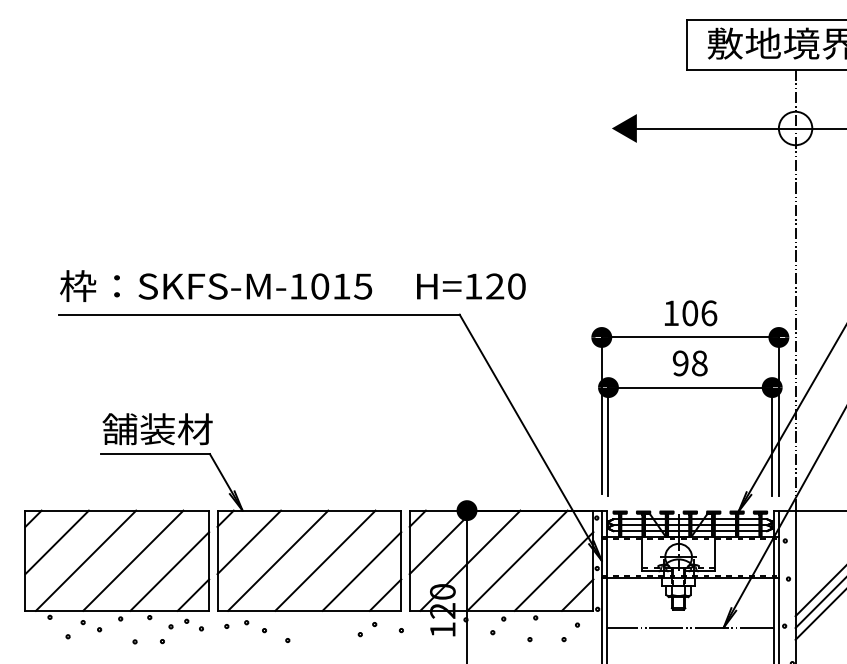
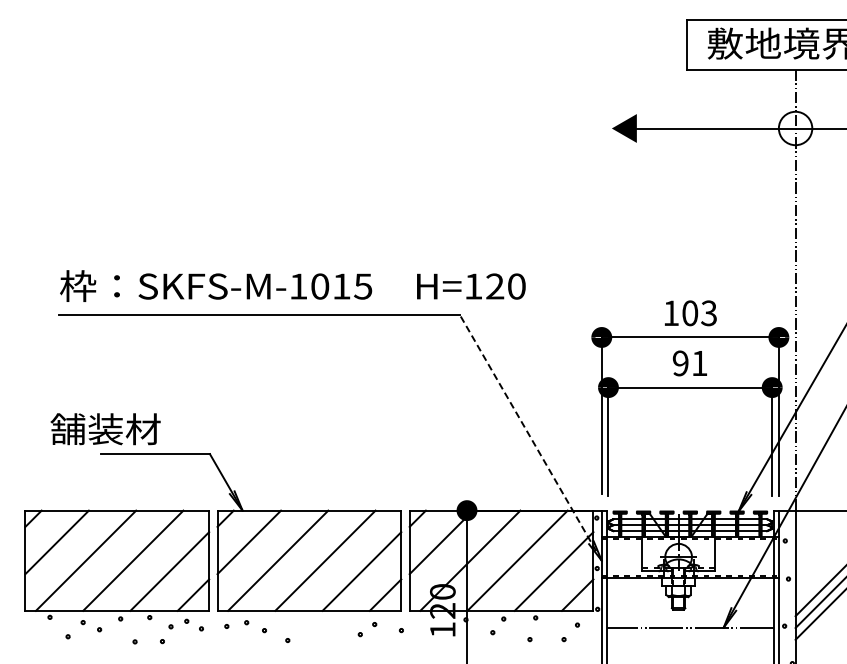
text at (709, 313): 106 -> 103
text at (699, 363): 98 -> 91
text at (157, 429) position: (157, 429) -> (105, 429)
line at (530, 437): solid -> dashed
